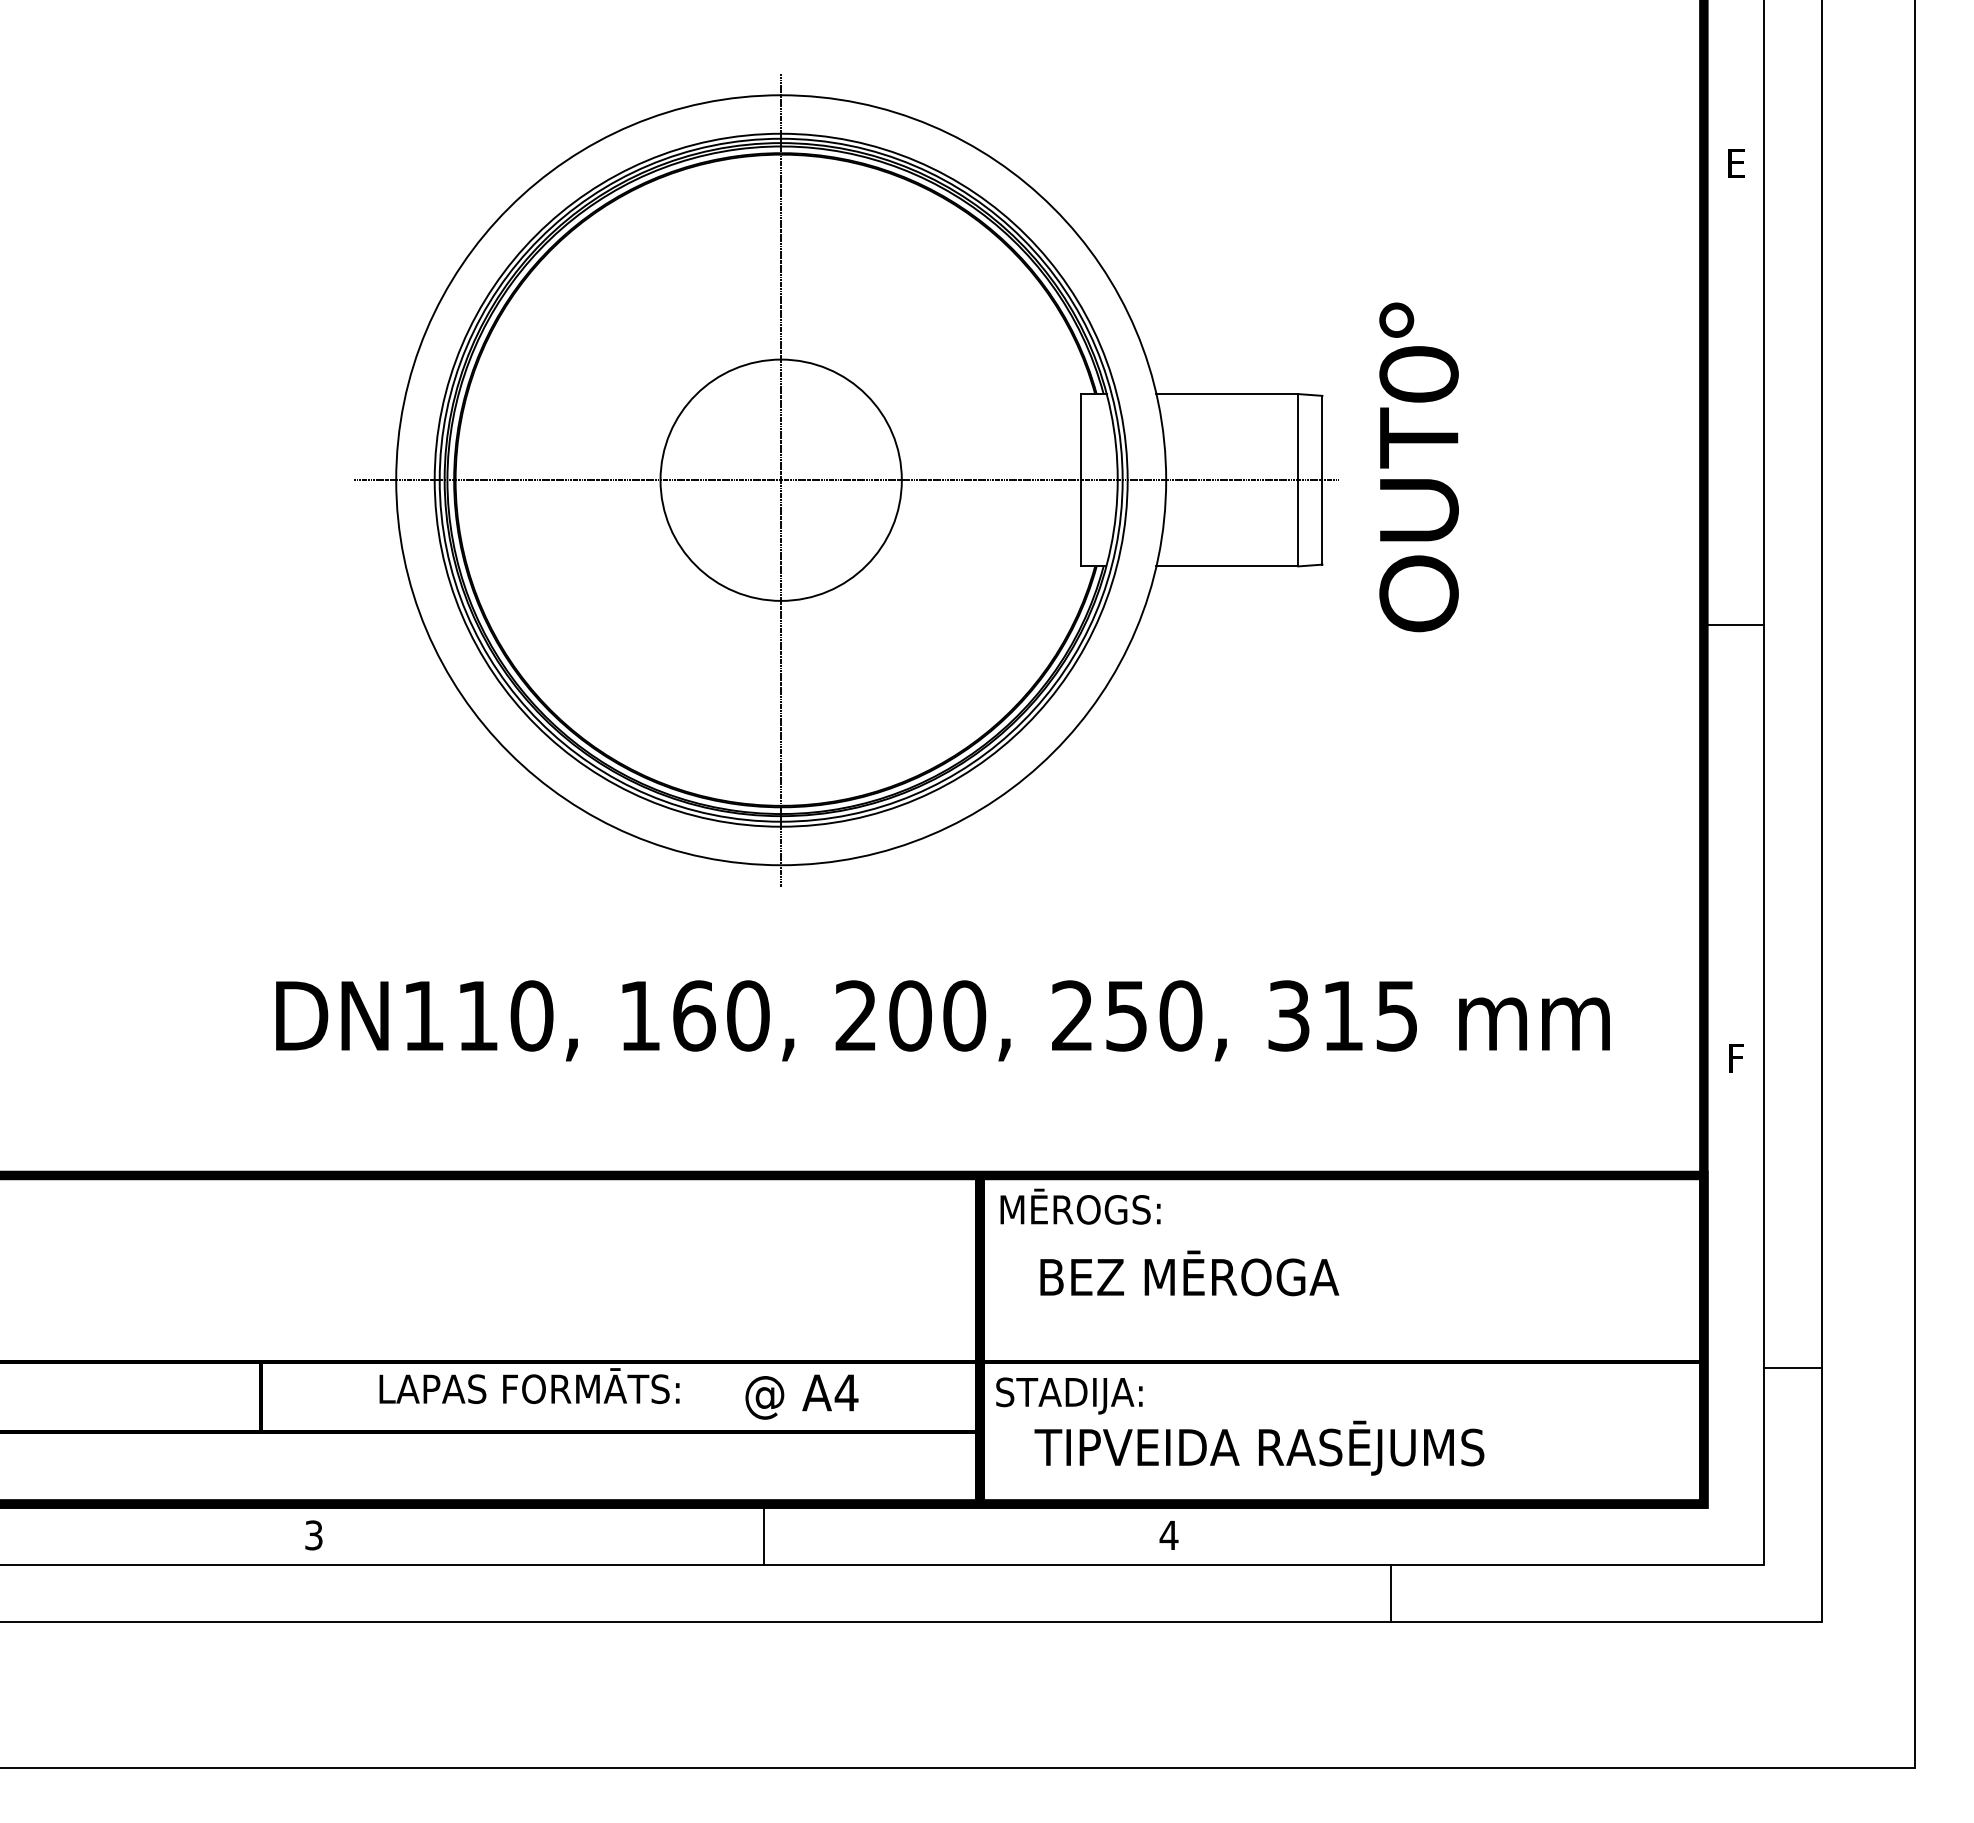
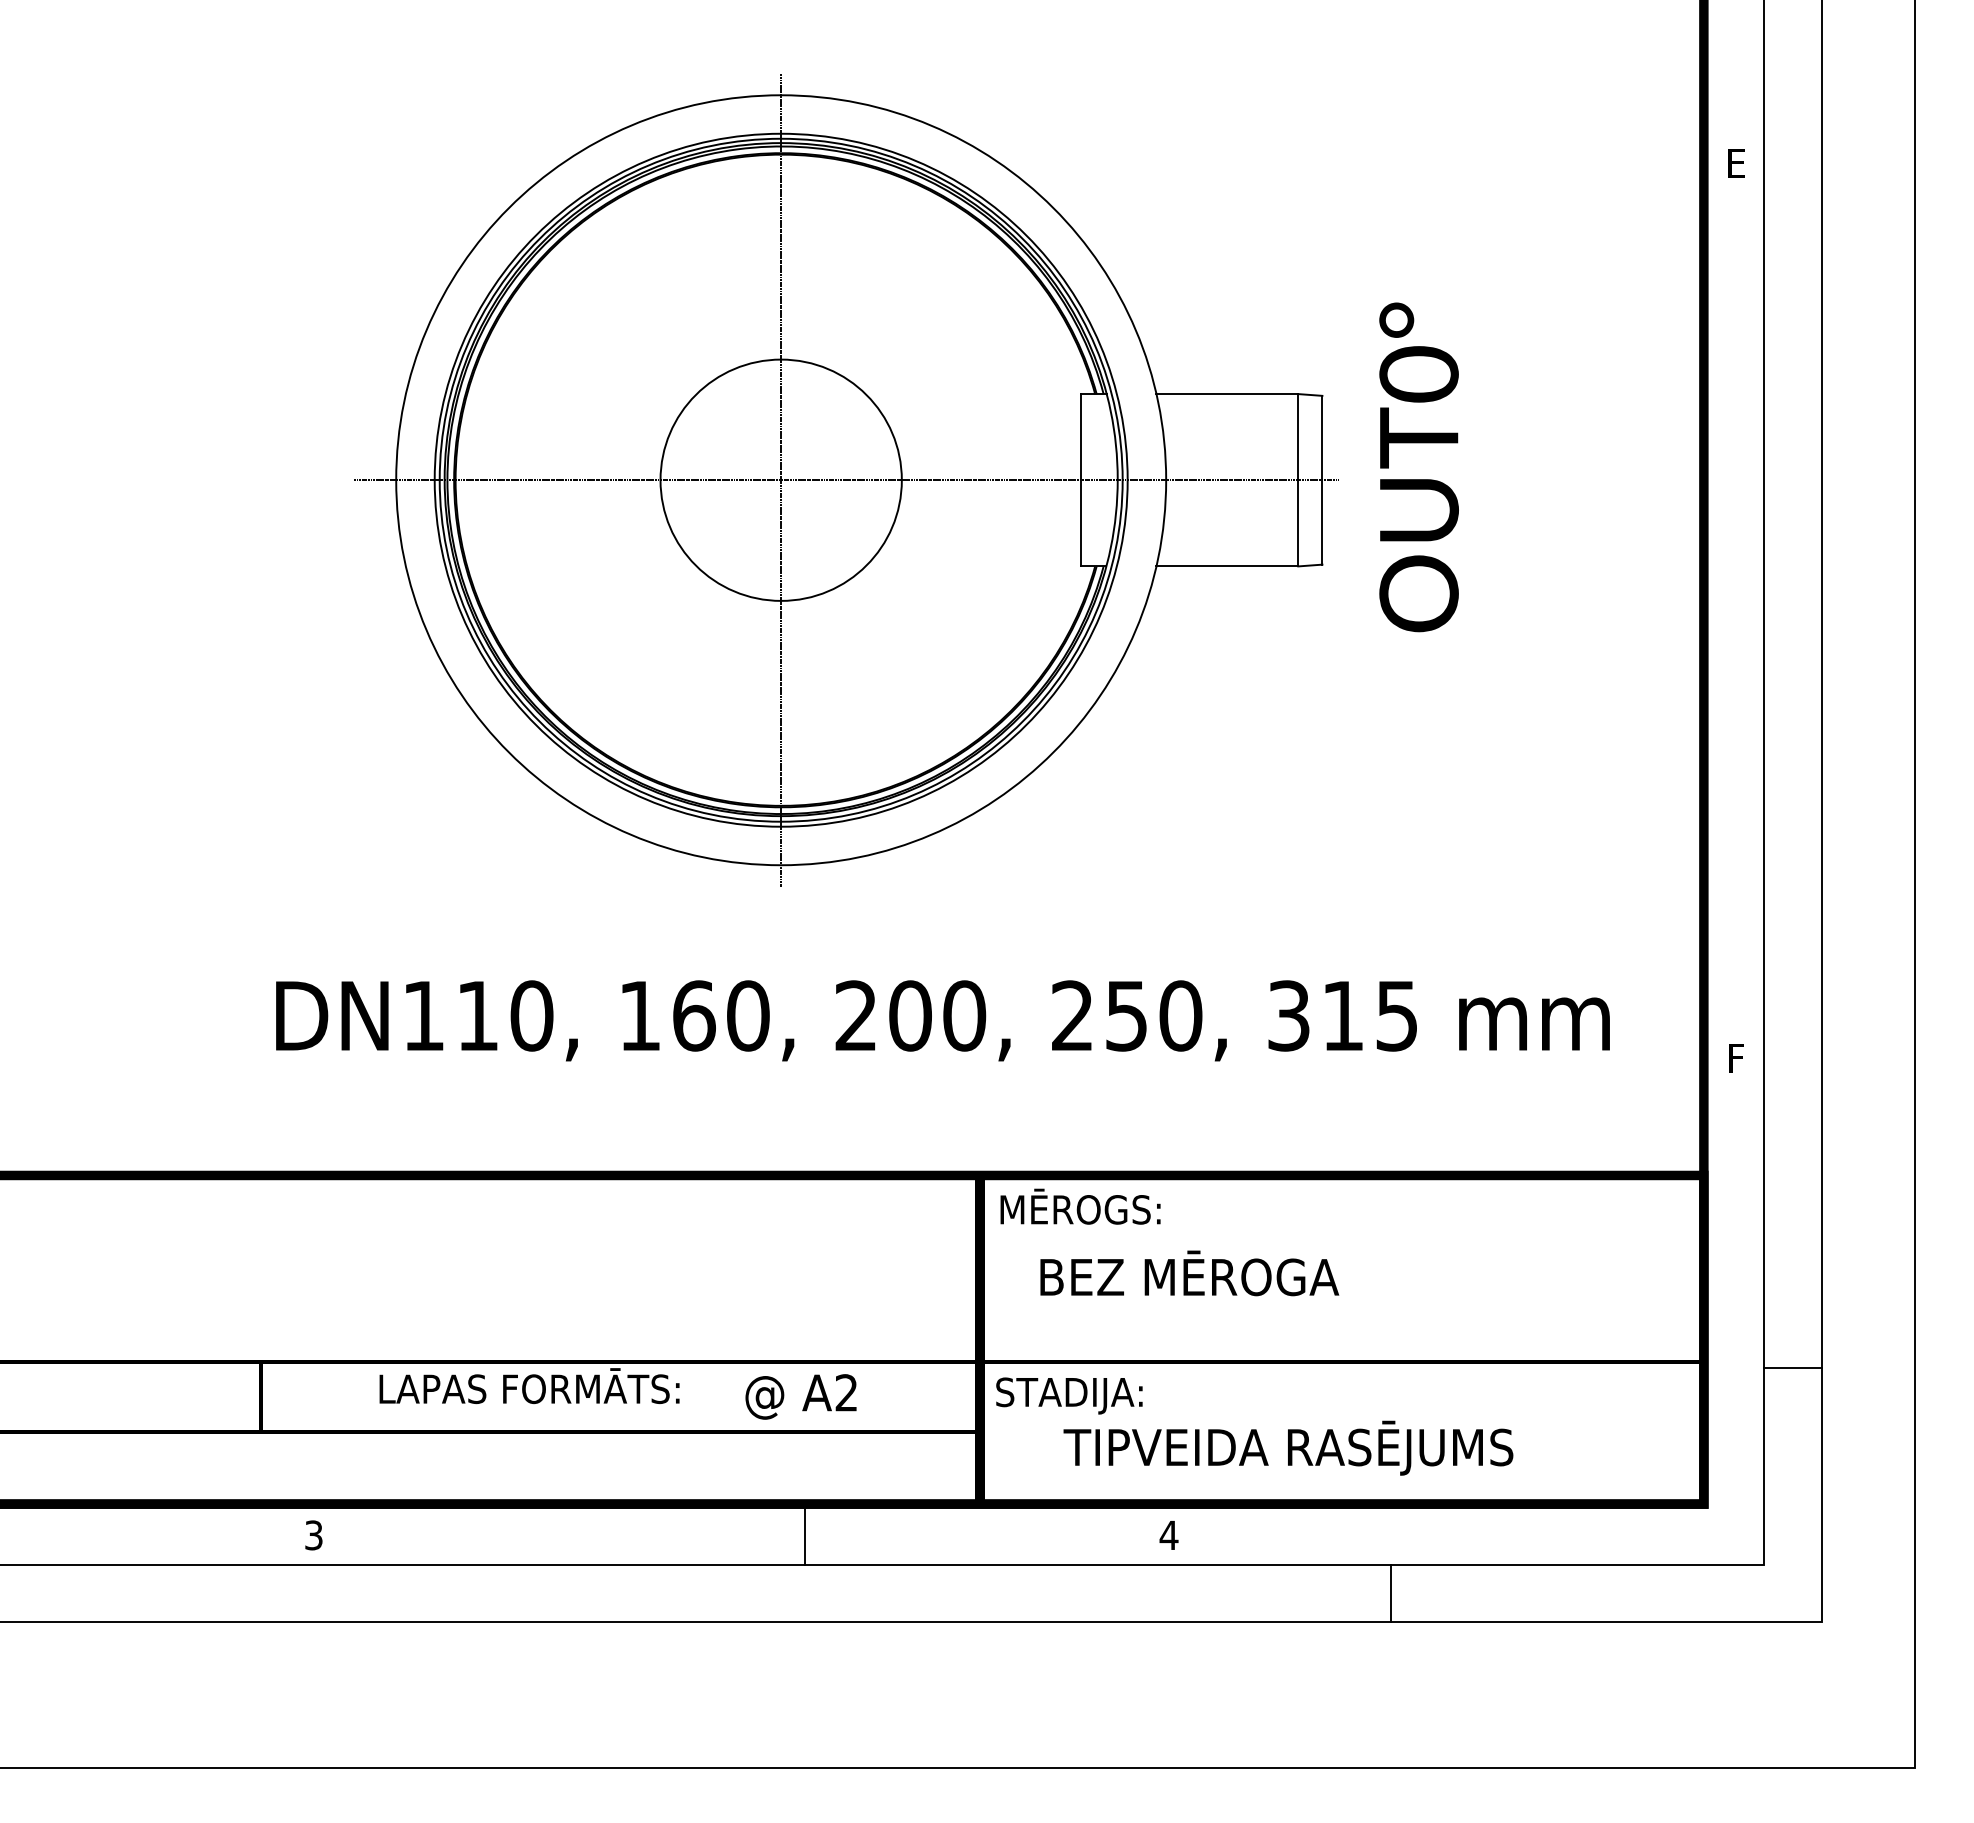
line at (1735, 625): present -> none
text at (846, 1392): A4 -> A2
text at (1259, 1447) position: (1259, 1447) -> (1288, 1447)
line at (764, 1535) position: (764, 1535) -> (805, 1535)
